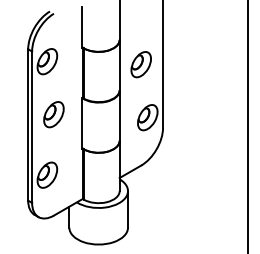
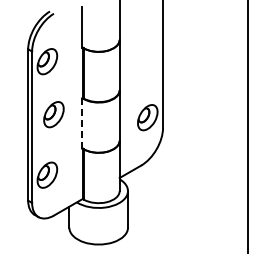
part at (140, 64): present -> none
line at (82, 123): solid -> dashed
